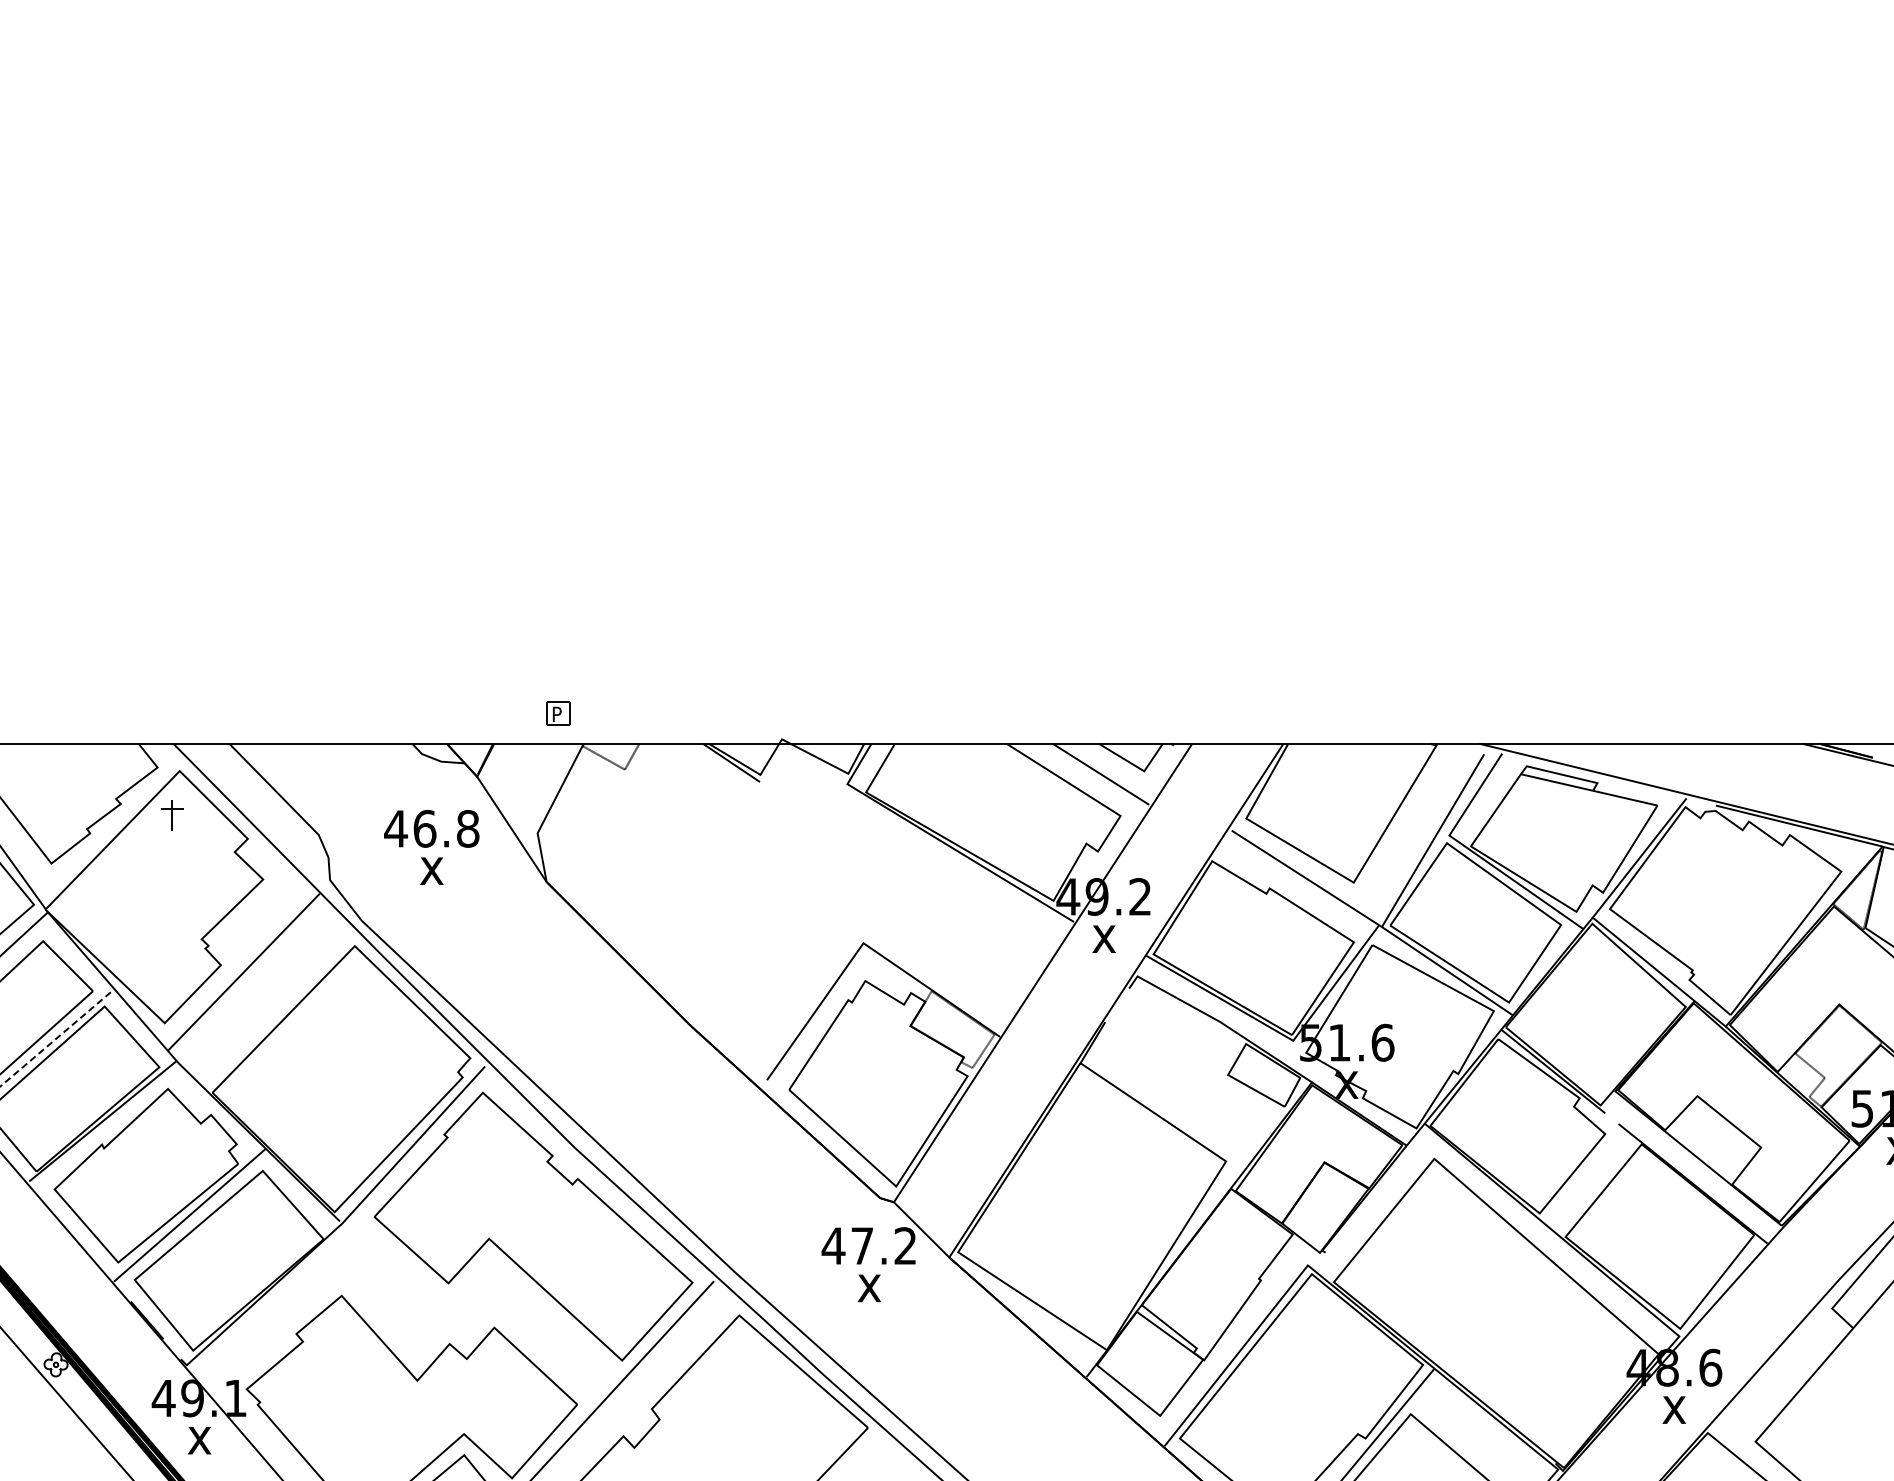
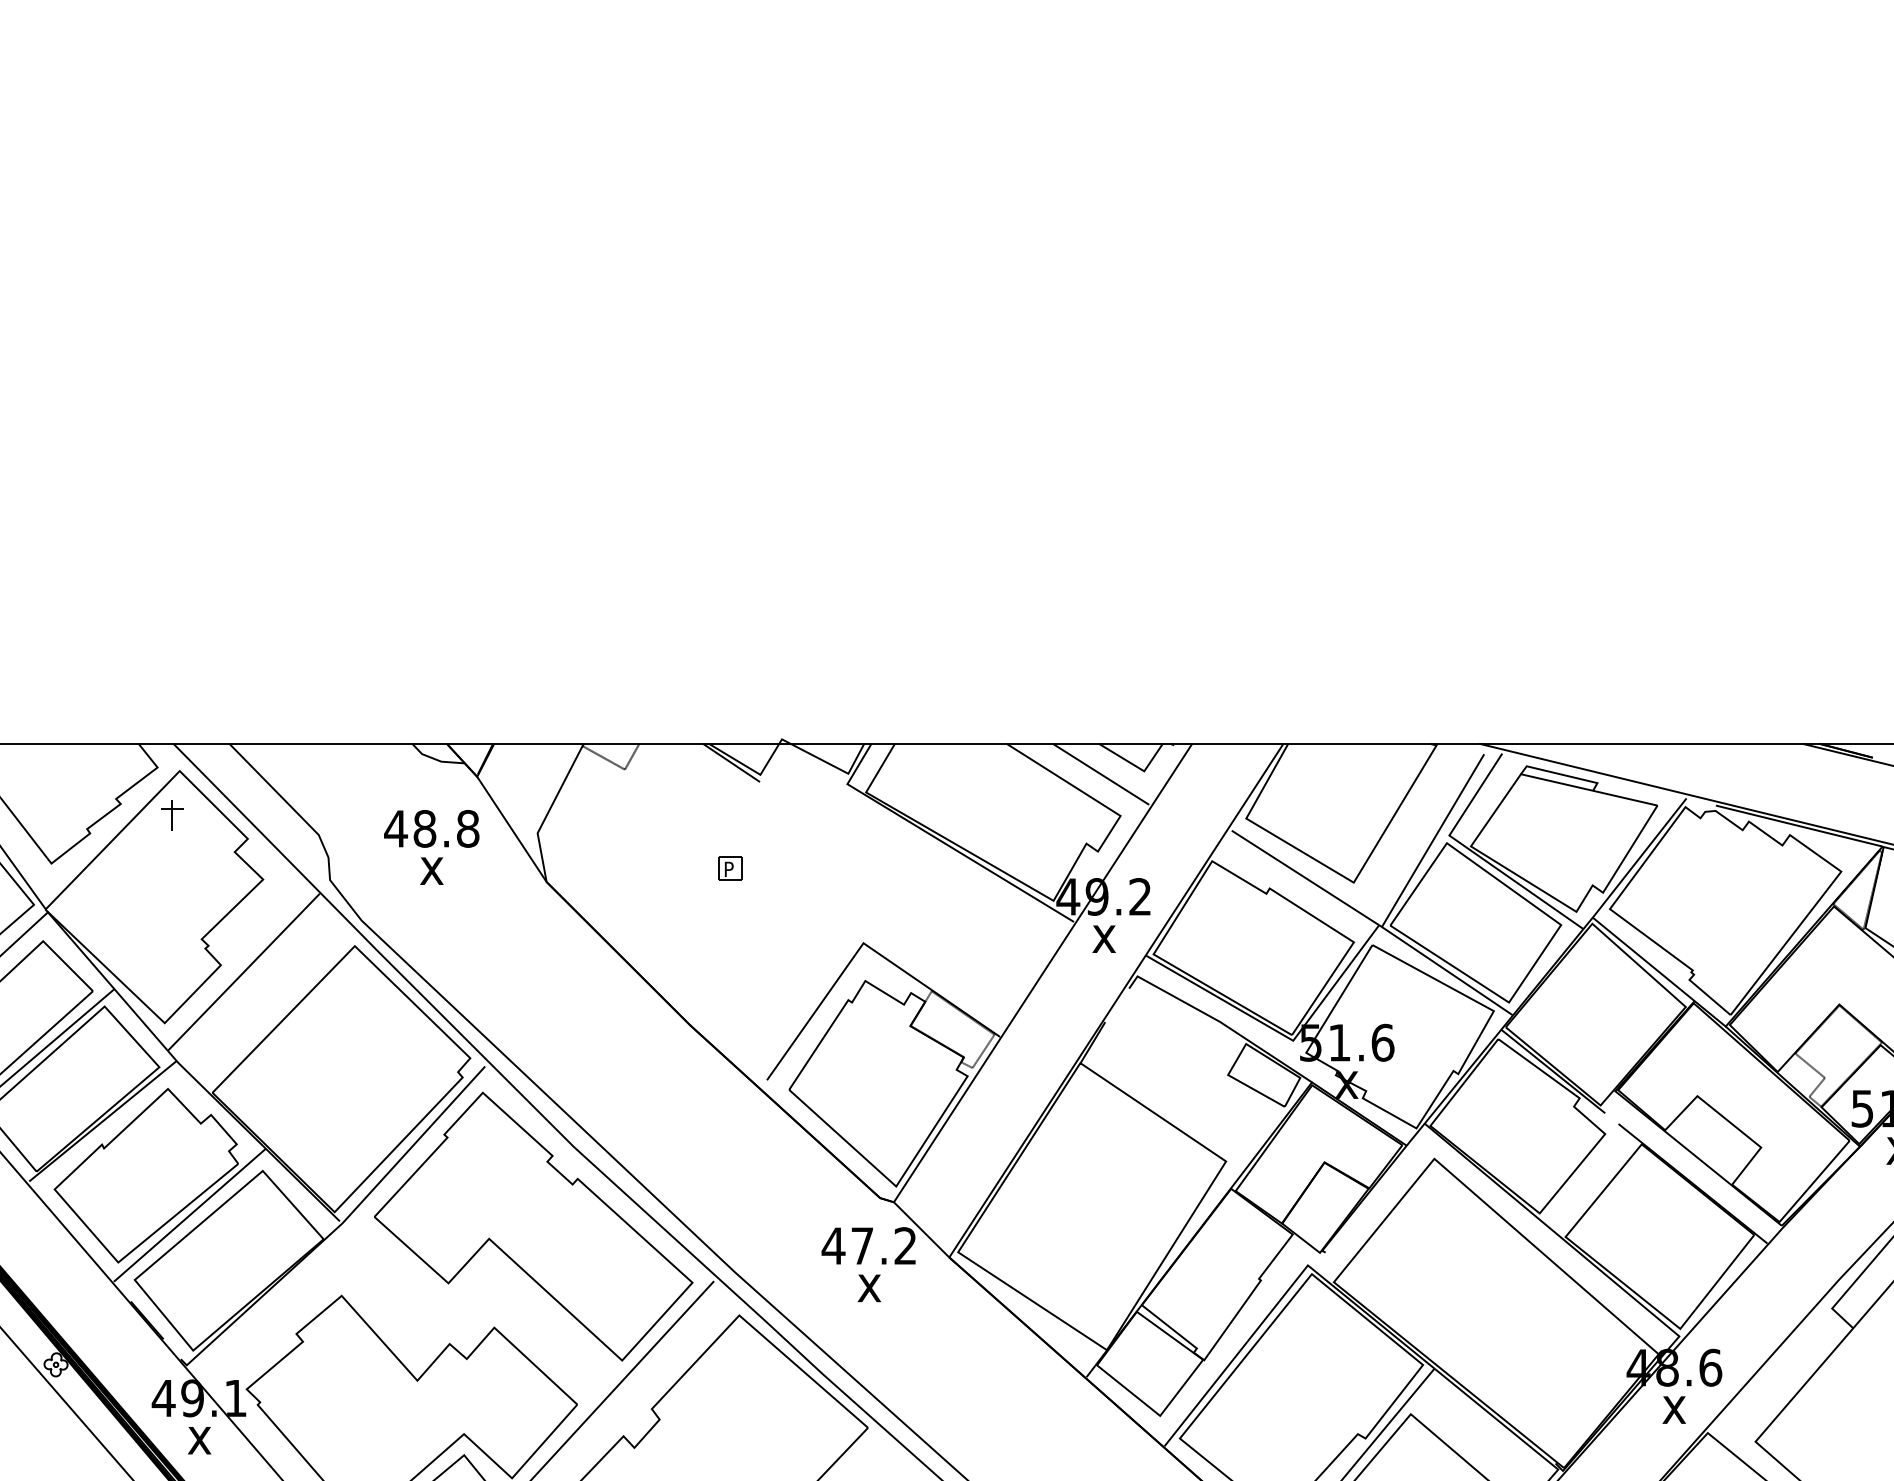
part at (558, 713) position: (558, 713) -> (730, 868)
text at (424, 828): 46.8 -> 48.8
line at (57, 1037): dashed -> solid
